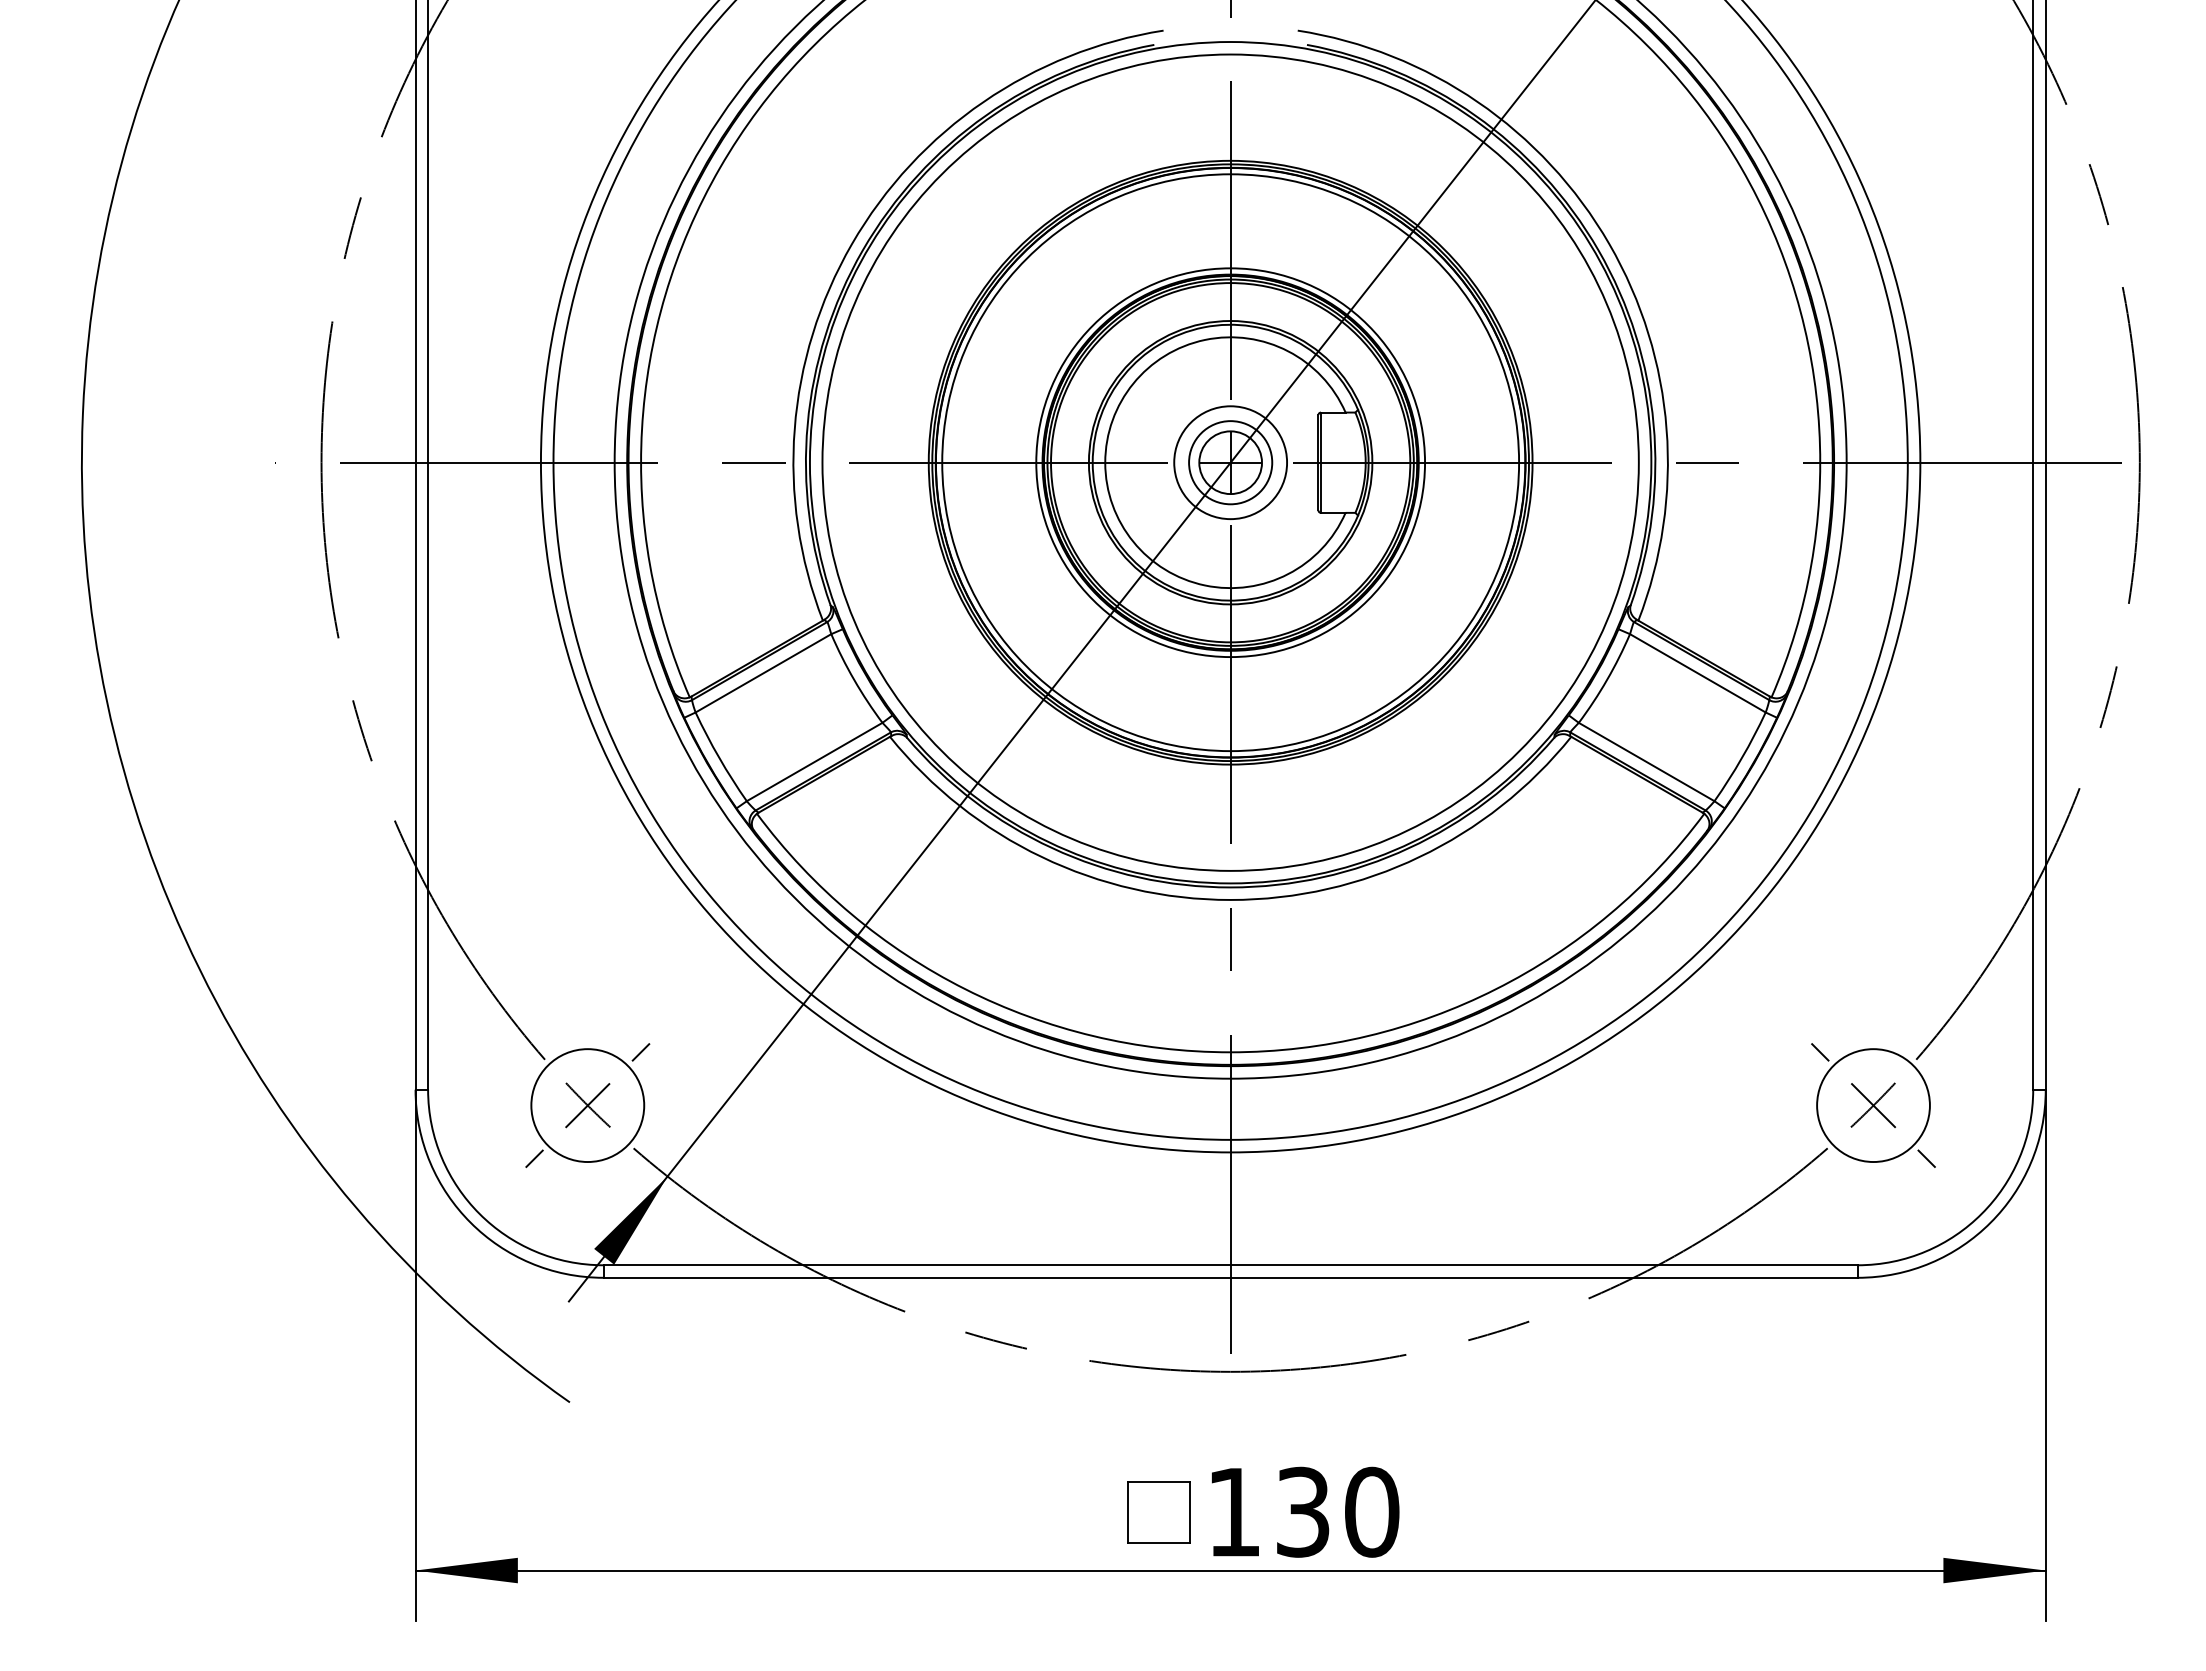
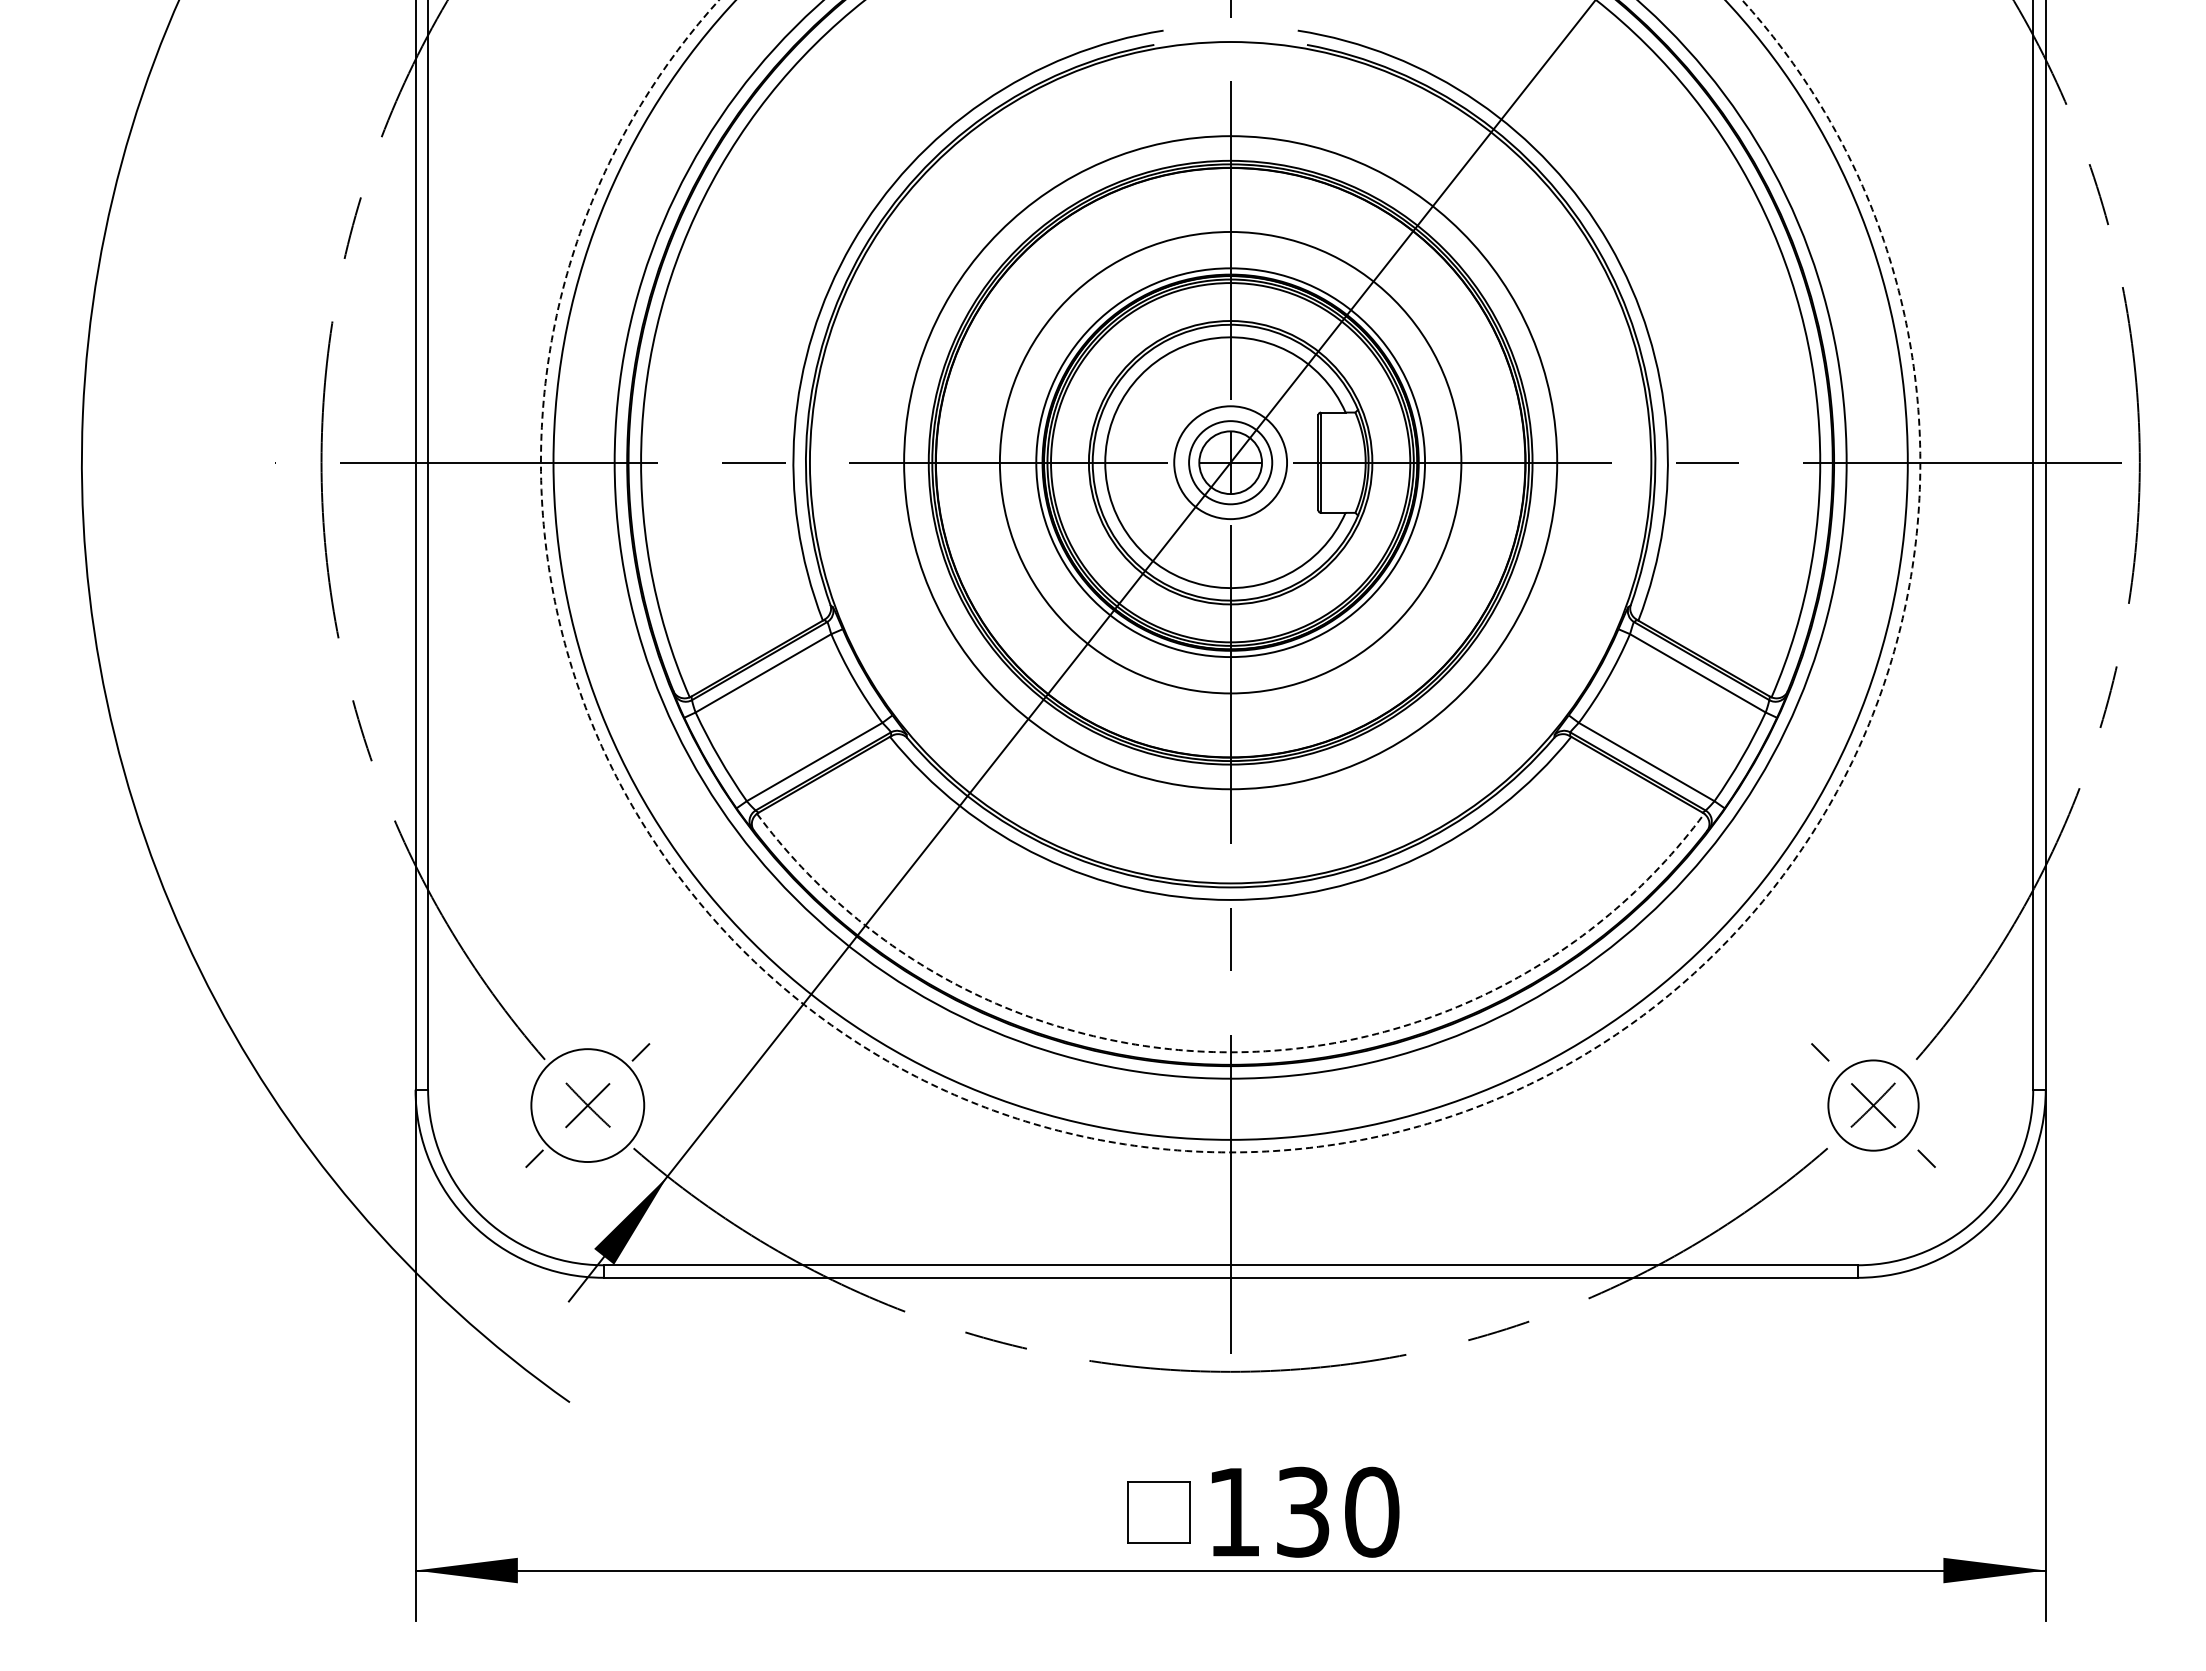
circle at (1230, 462) diameter: 577 px -> 461 px
circle at (1230, 462) diameter: 816 px -> 653 px
circle at (1230, 576): solid -> dashed
arc at (1230, 1052): solid -> dashed
circle at (1873, 1105) diameter: 113 px -> 90 px
